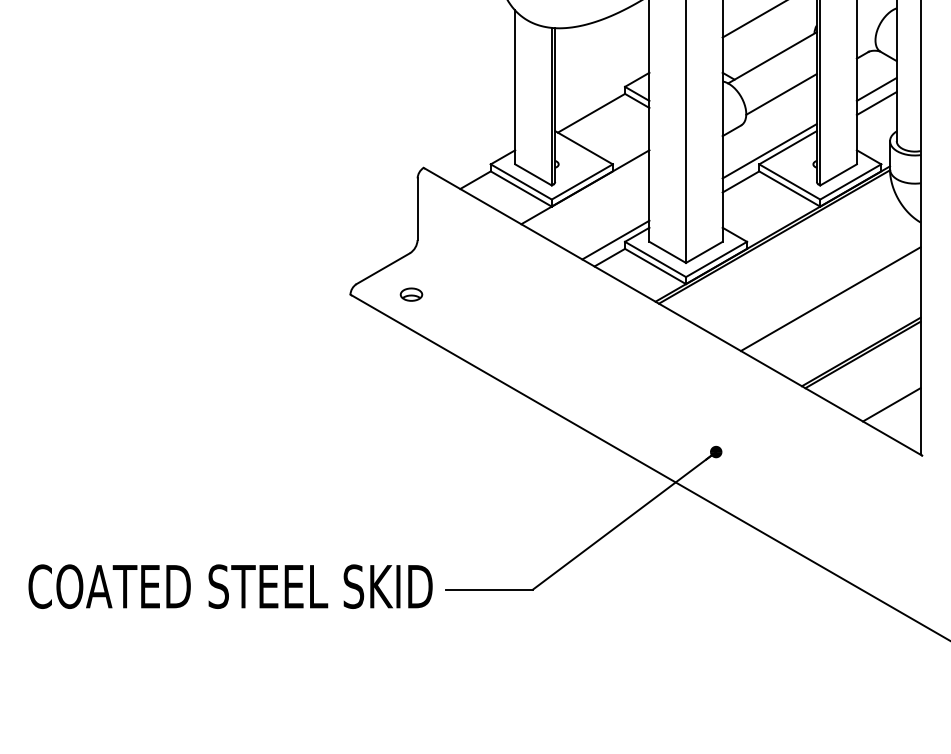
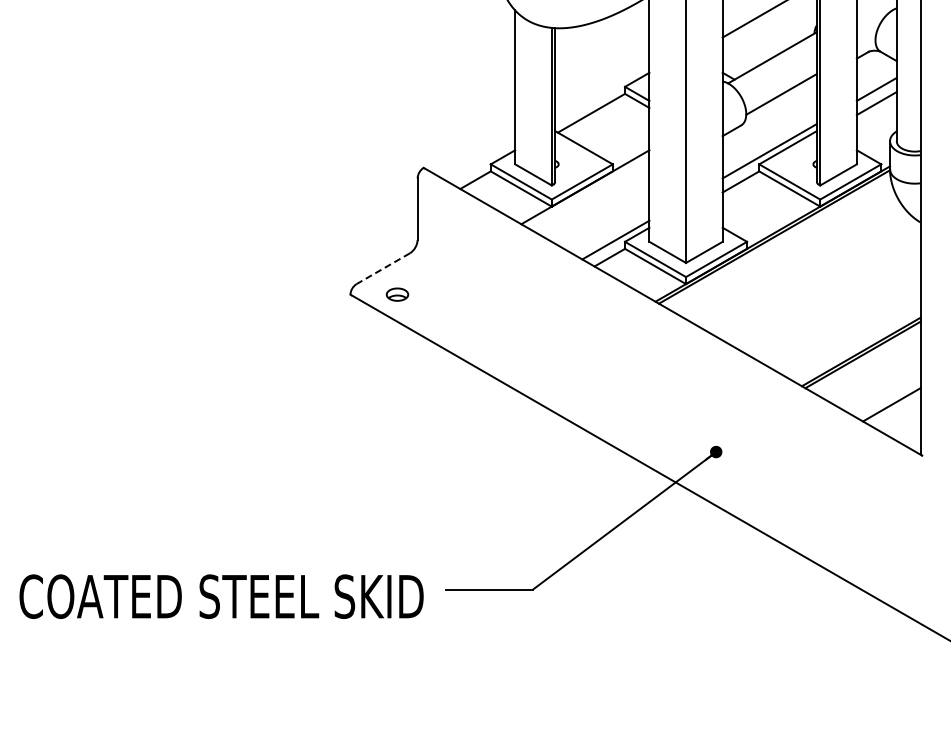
line at (383, 268): solid -> dashed
part at (411, 294) position: (411, 294) -> (397, 294)
line at (830, 299): present -> none
text at (230, 586) position: (230, 586) -> (221, 596)
